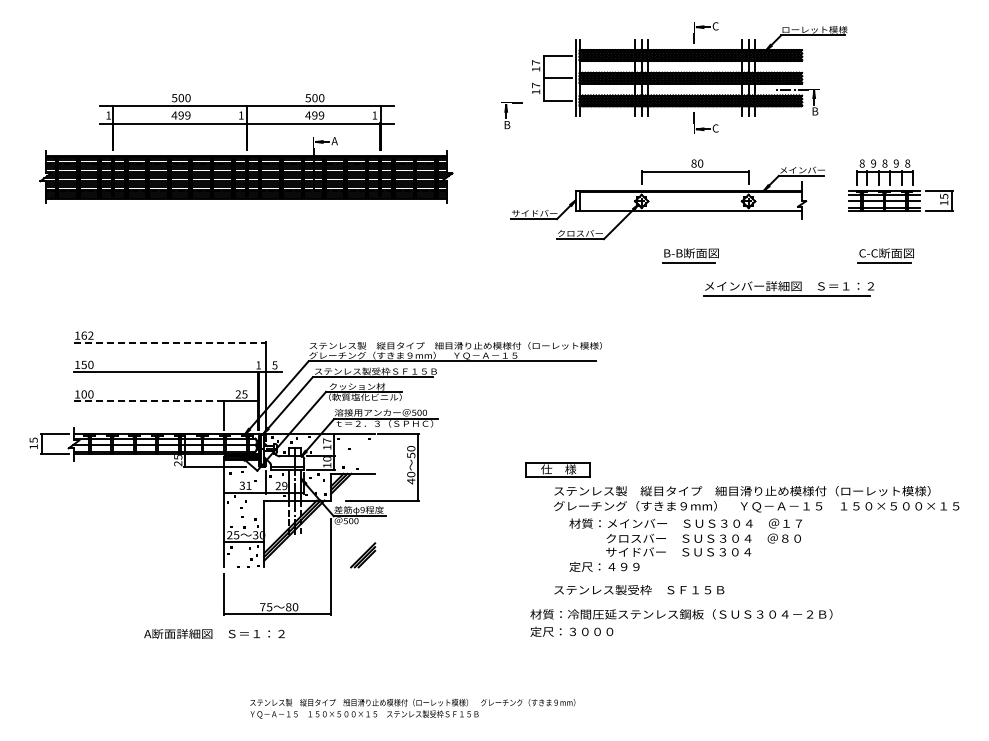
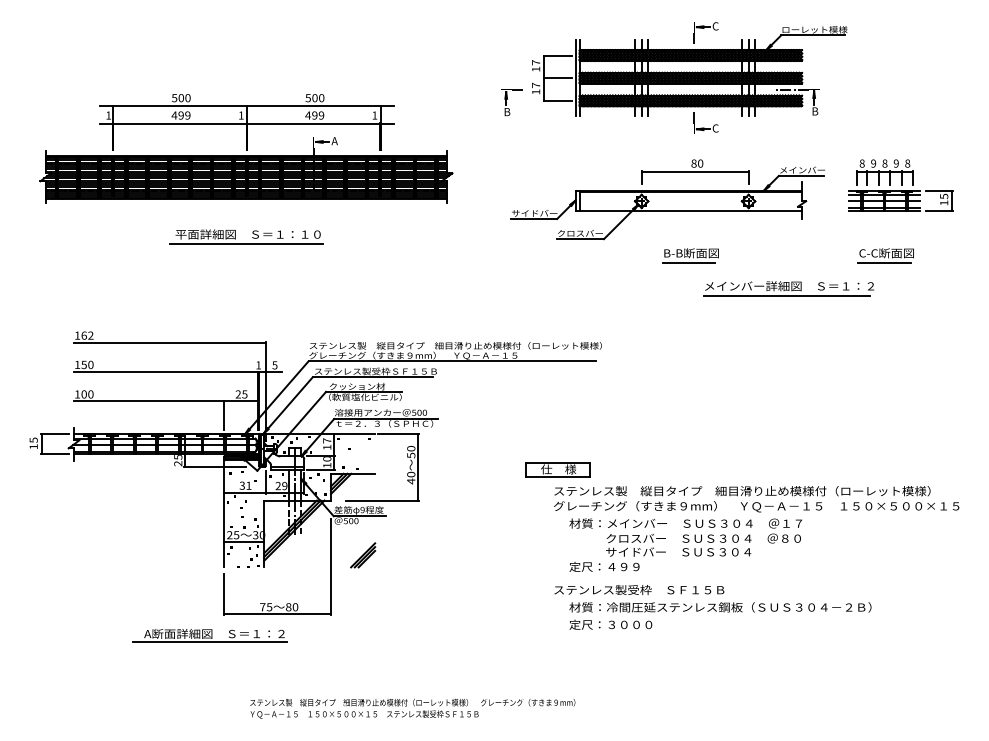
part at (511, 115) position: (511, 115) -> (511, 102)
part at (252, 237): none -> present
line at (169, 342): dashed -> solid
line at (149, 401): dashed -> solid
text at (681, 622) position: (681, 622) -> (720, 615)
line at (209, 642): none -> present
